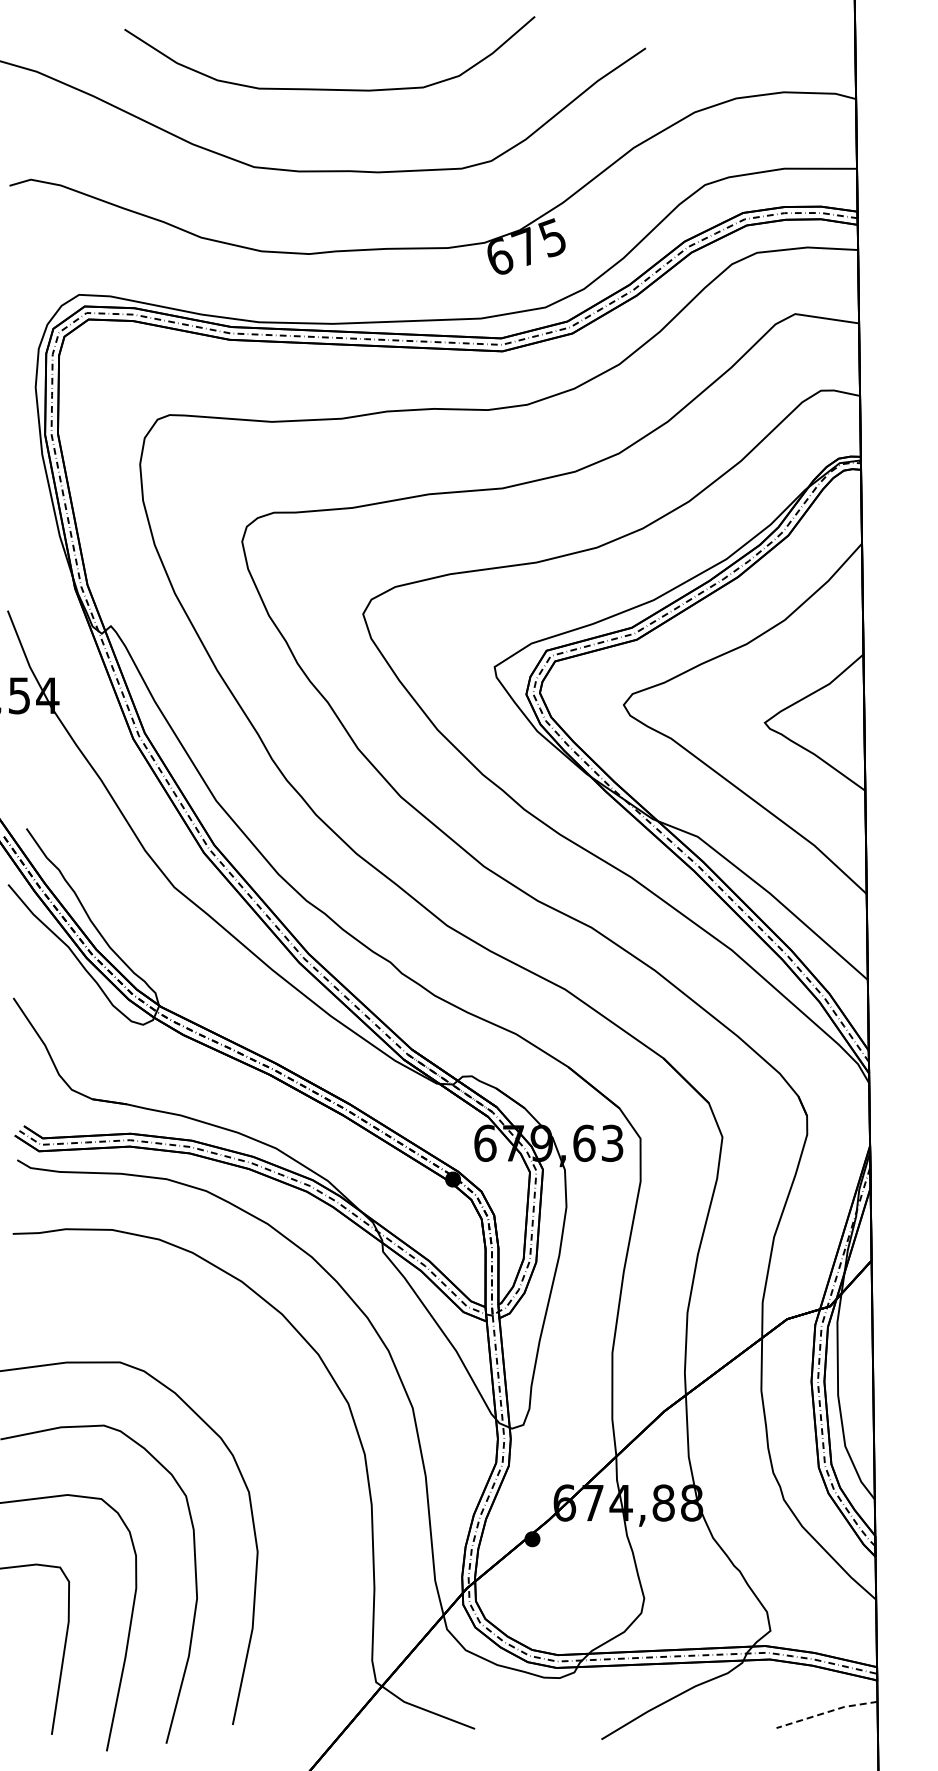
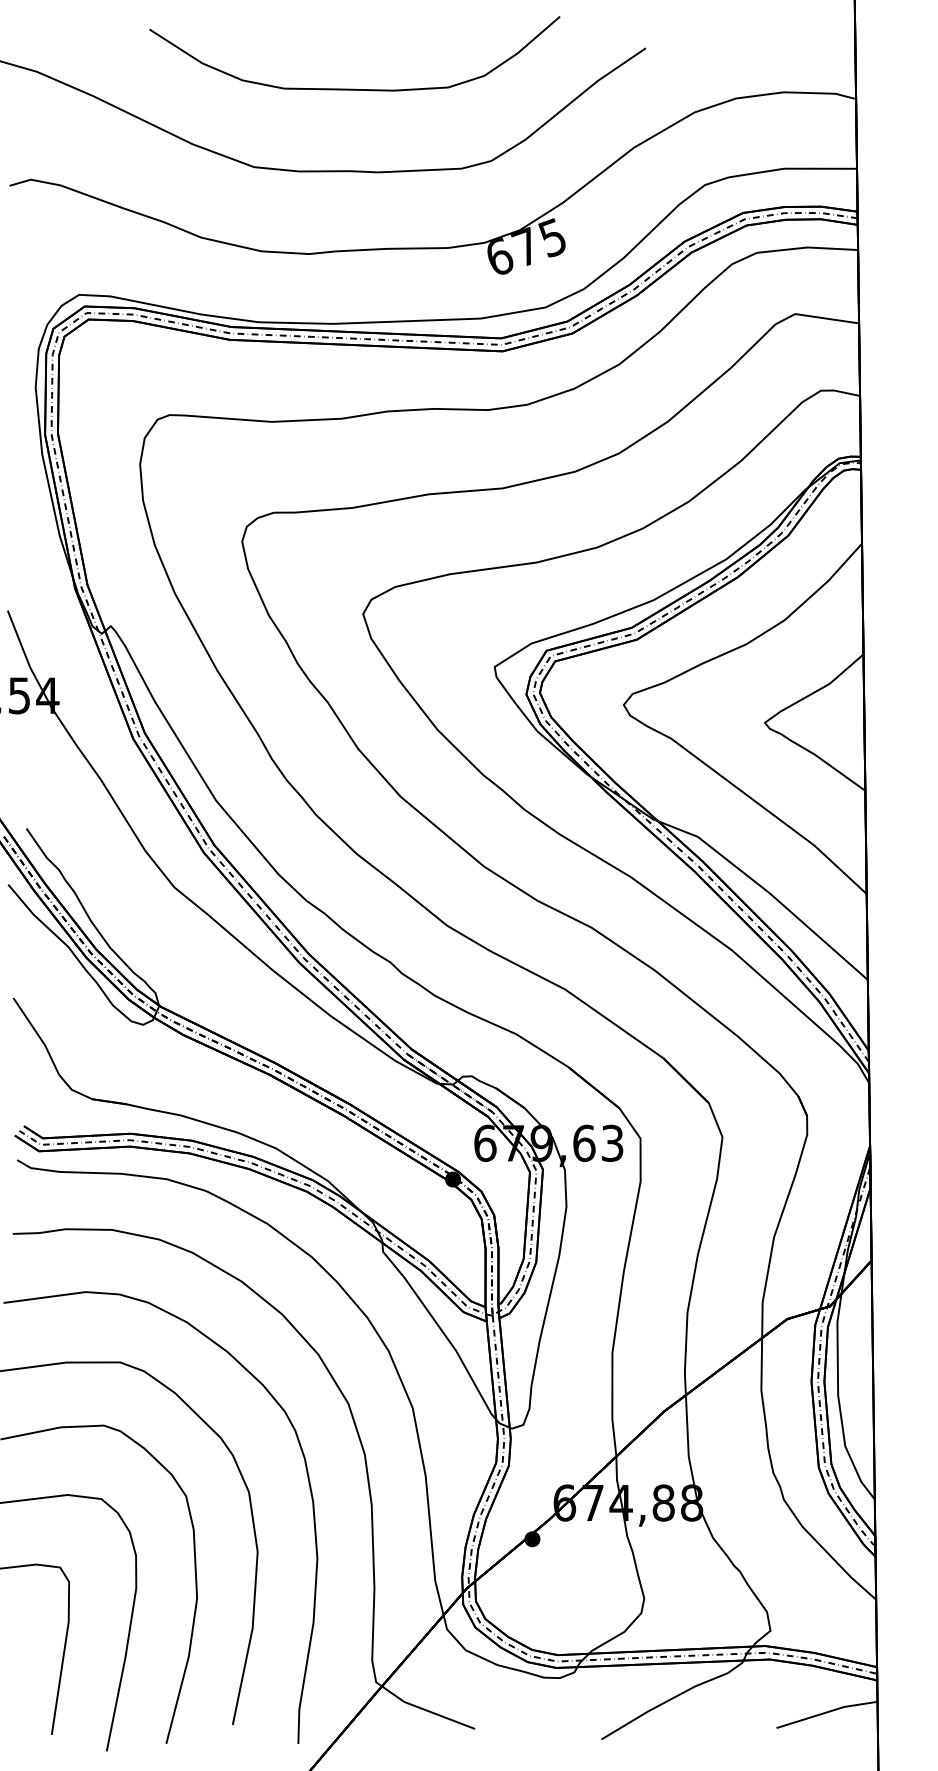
curve at (329, 88) position: (329, 88) -> (354, 88)
curve at (309, 1489): none -> present
line at (826, 1712): dashed -> solid
